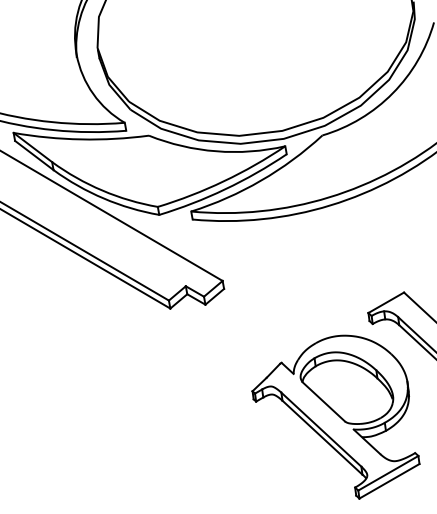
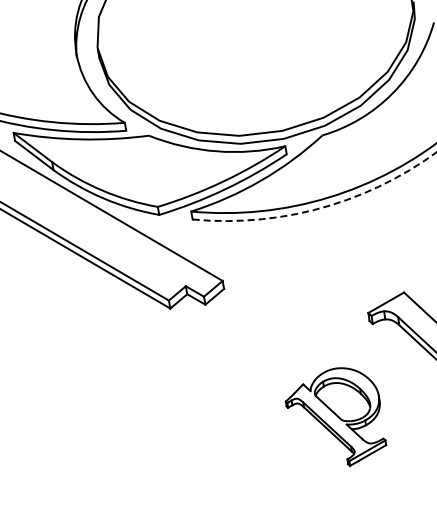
arc at (321, 208): solid -> dashed
part at (335, 416) size: 170x166 px -> 104x100 px
